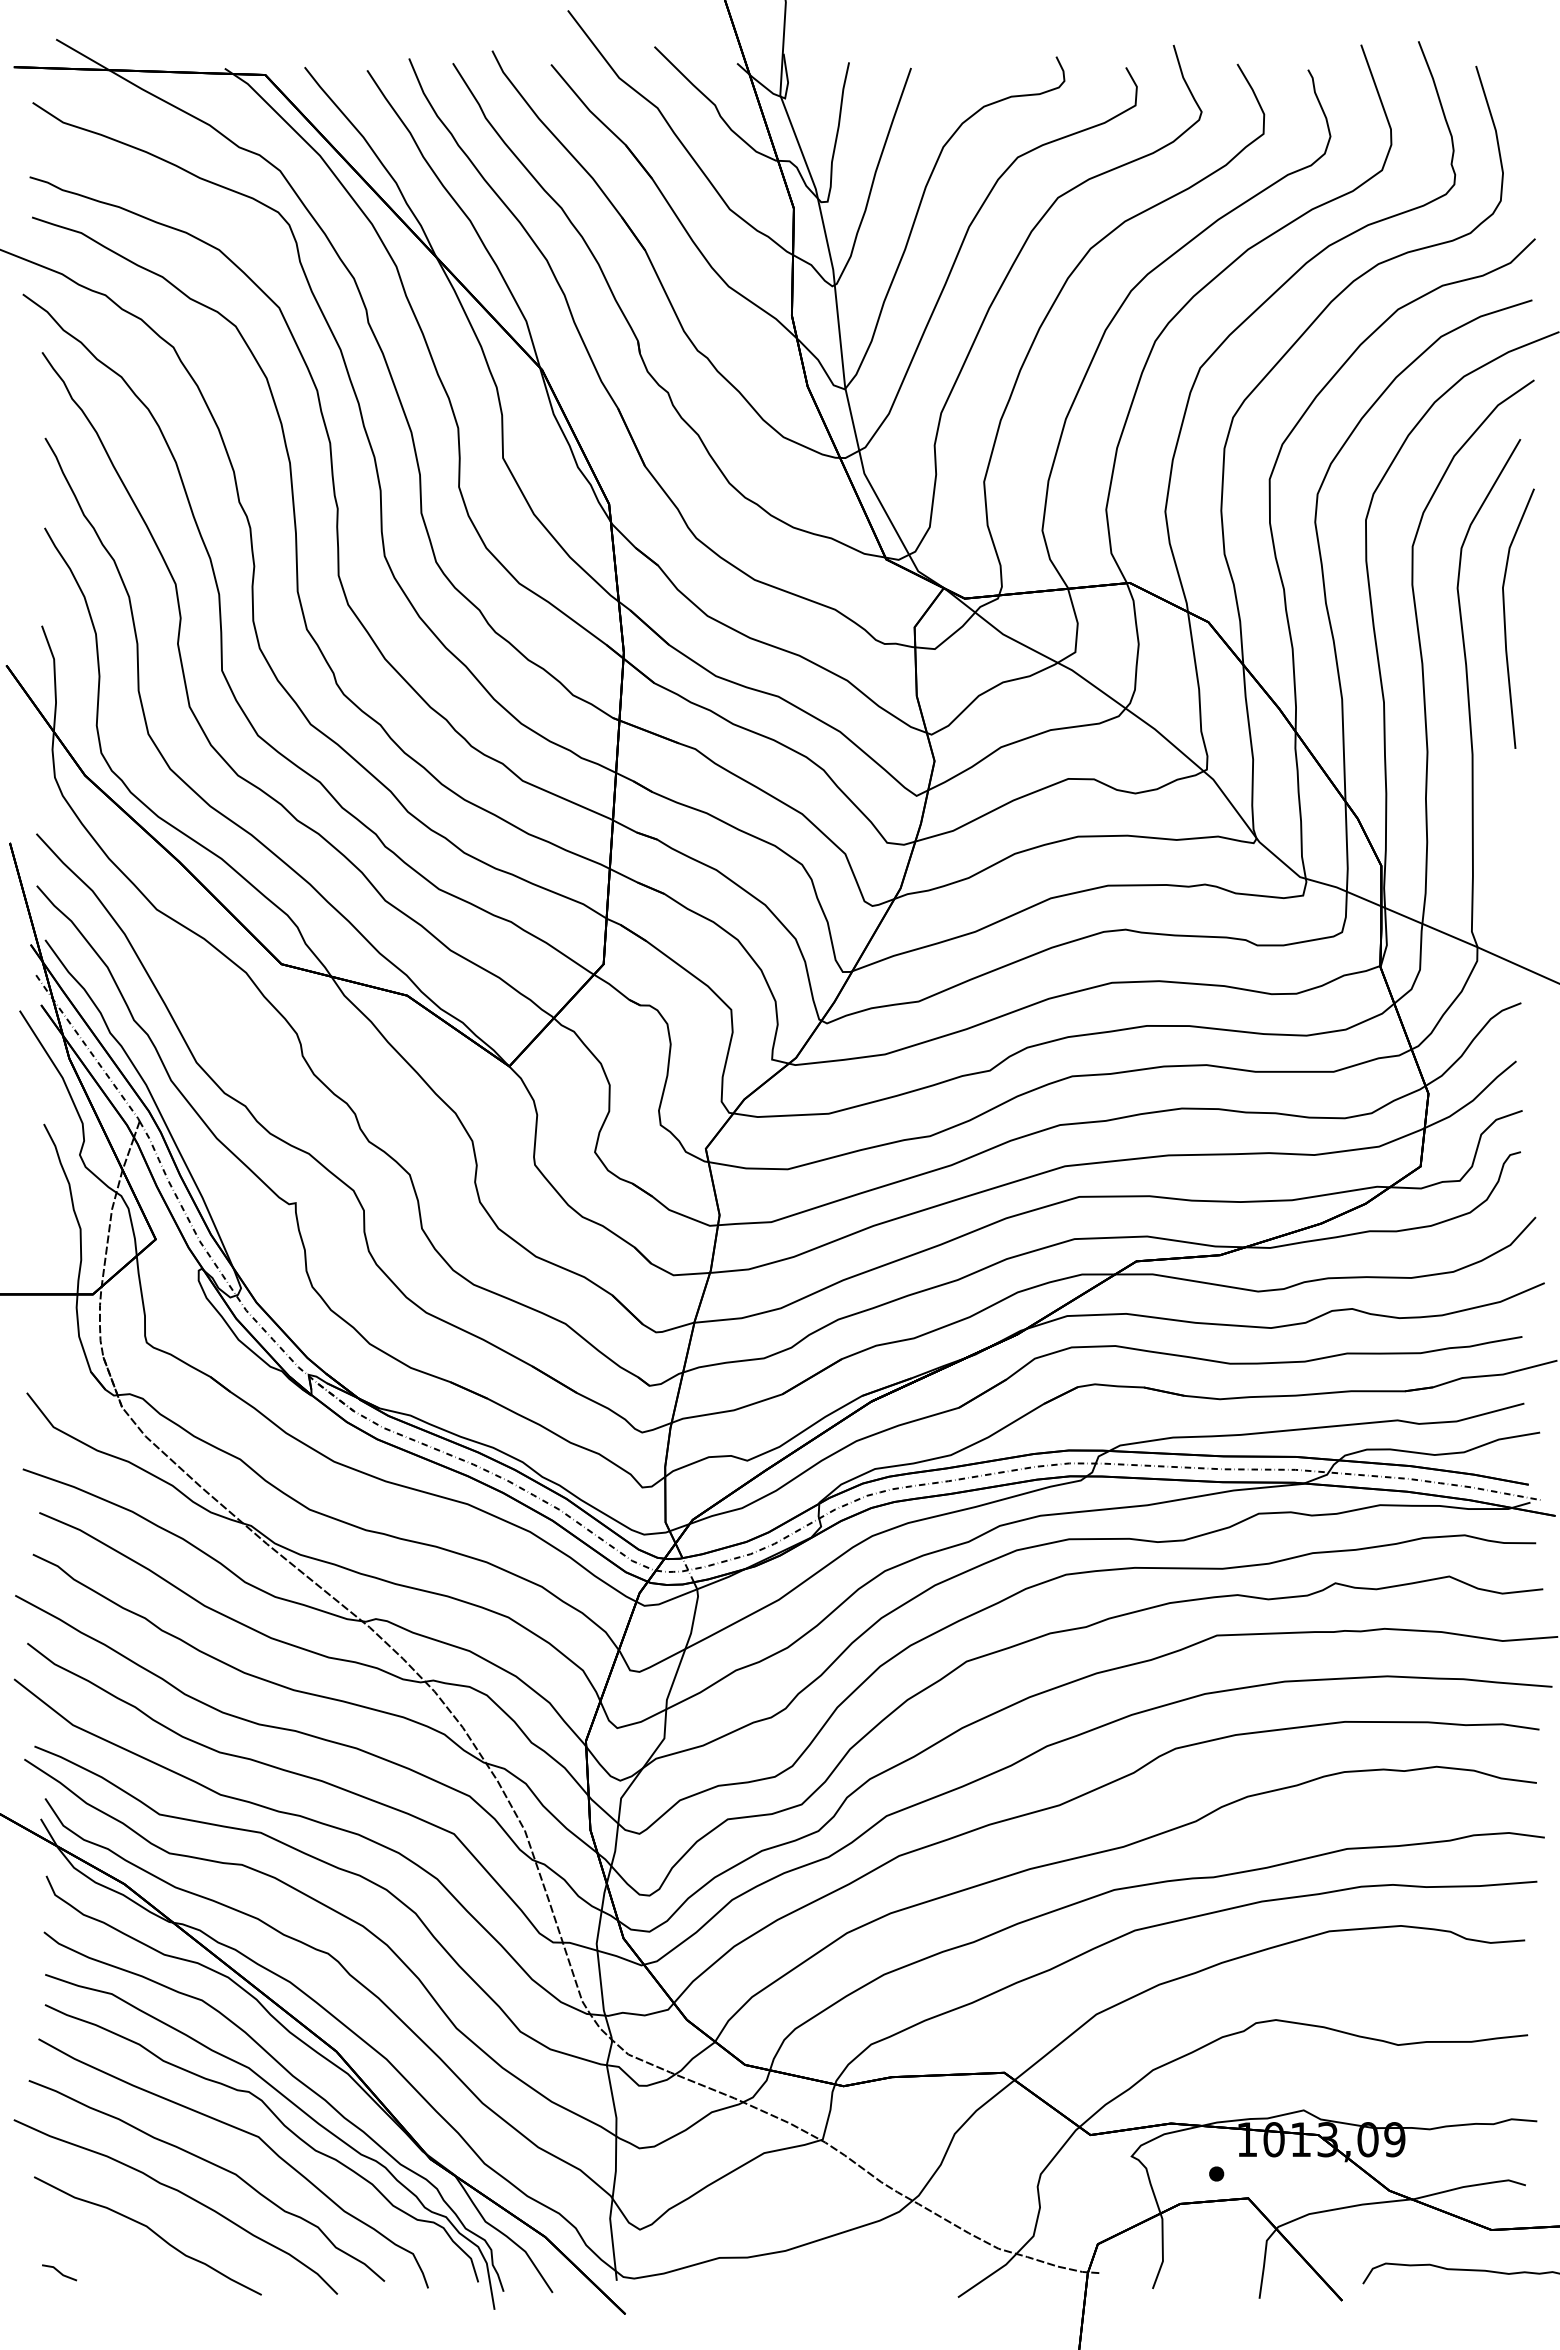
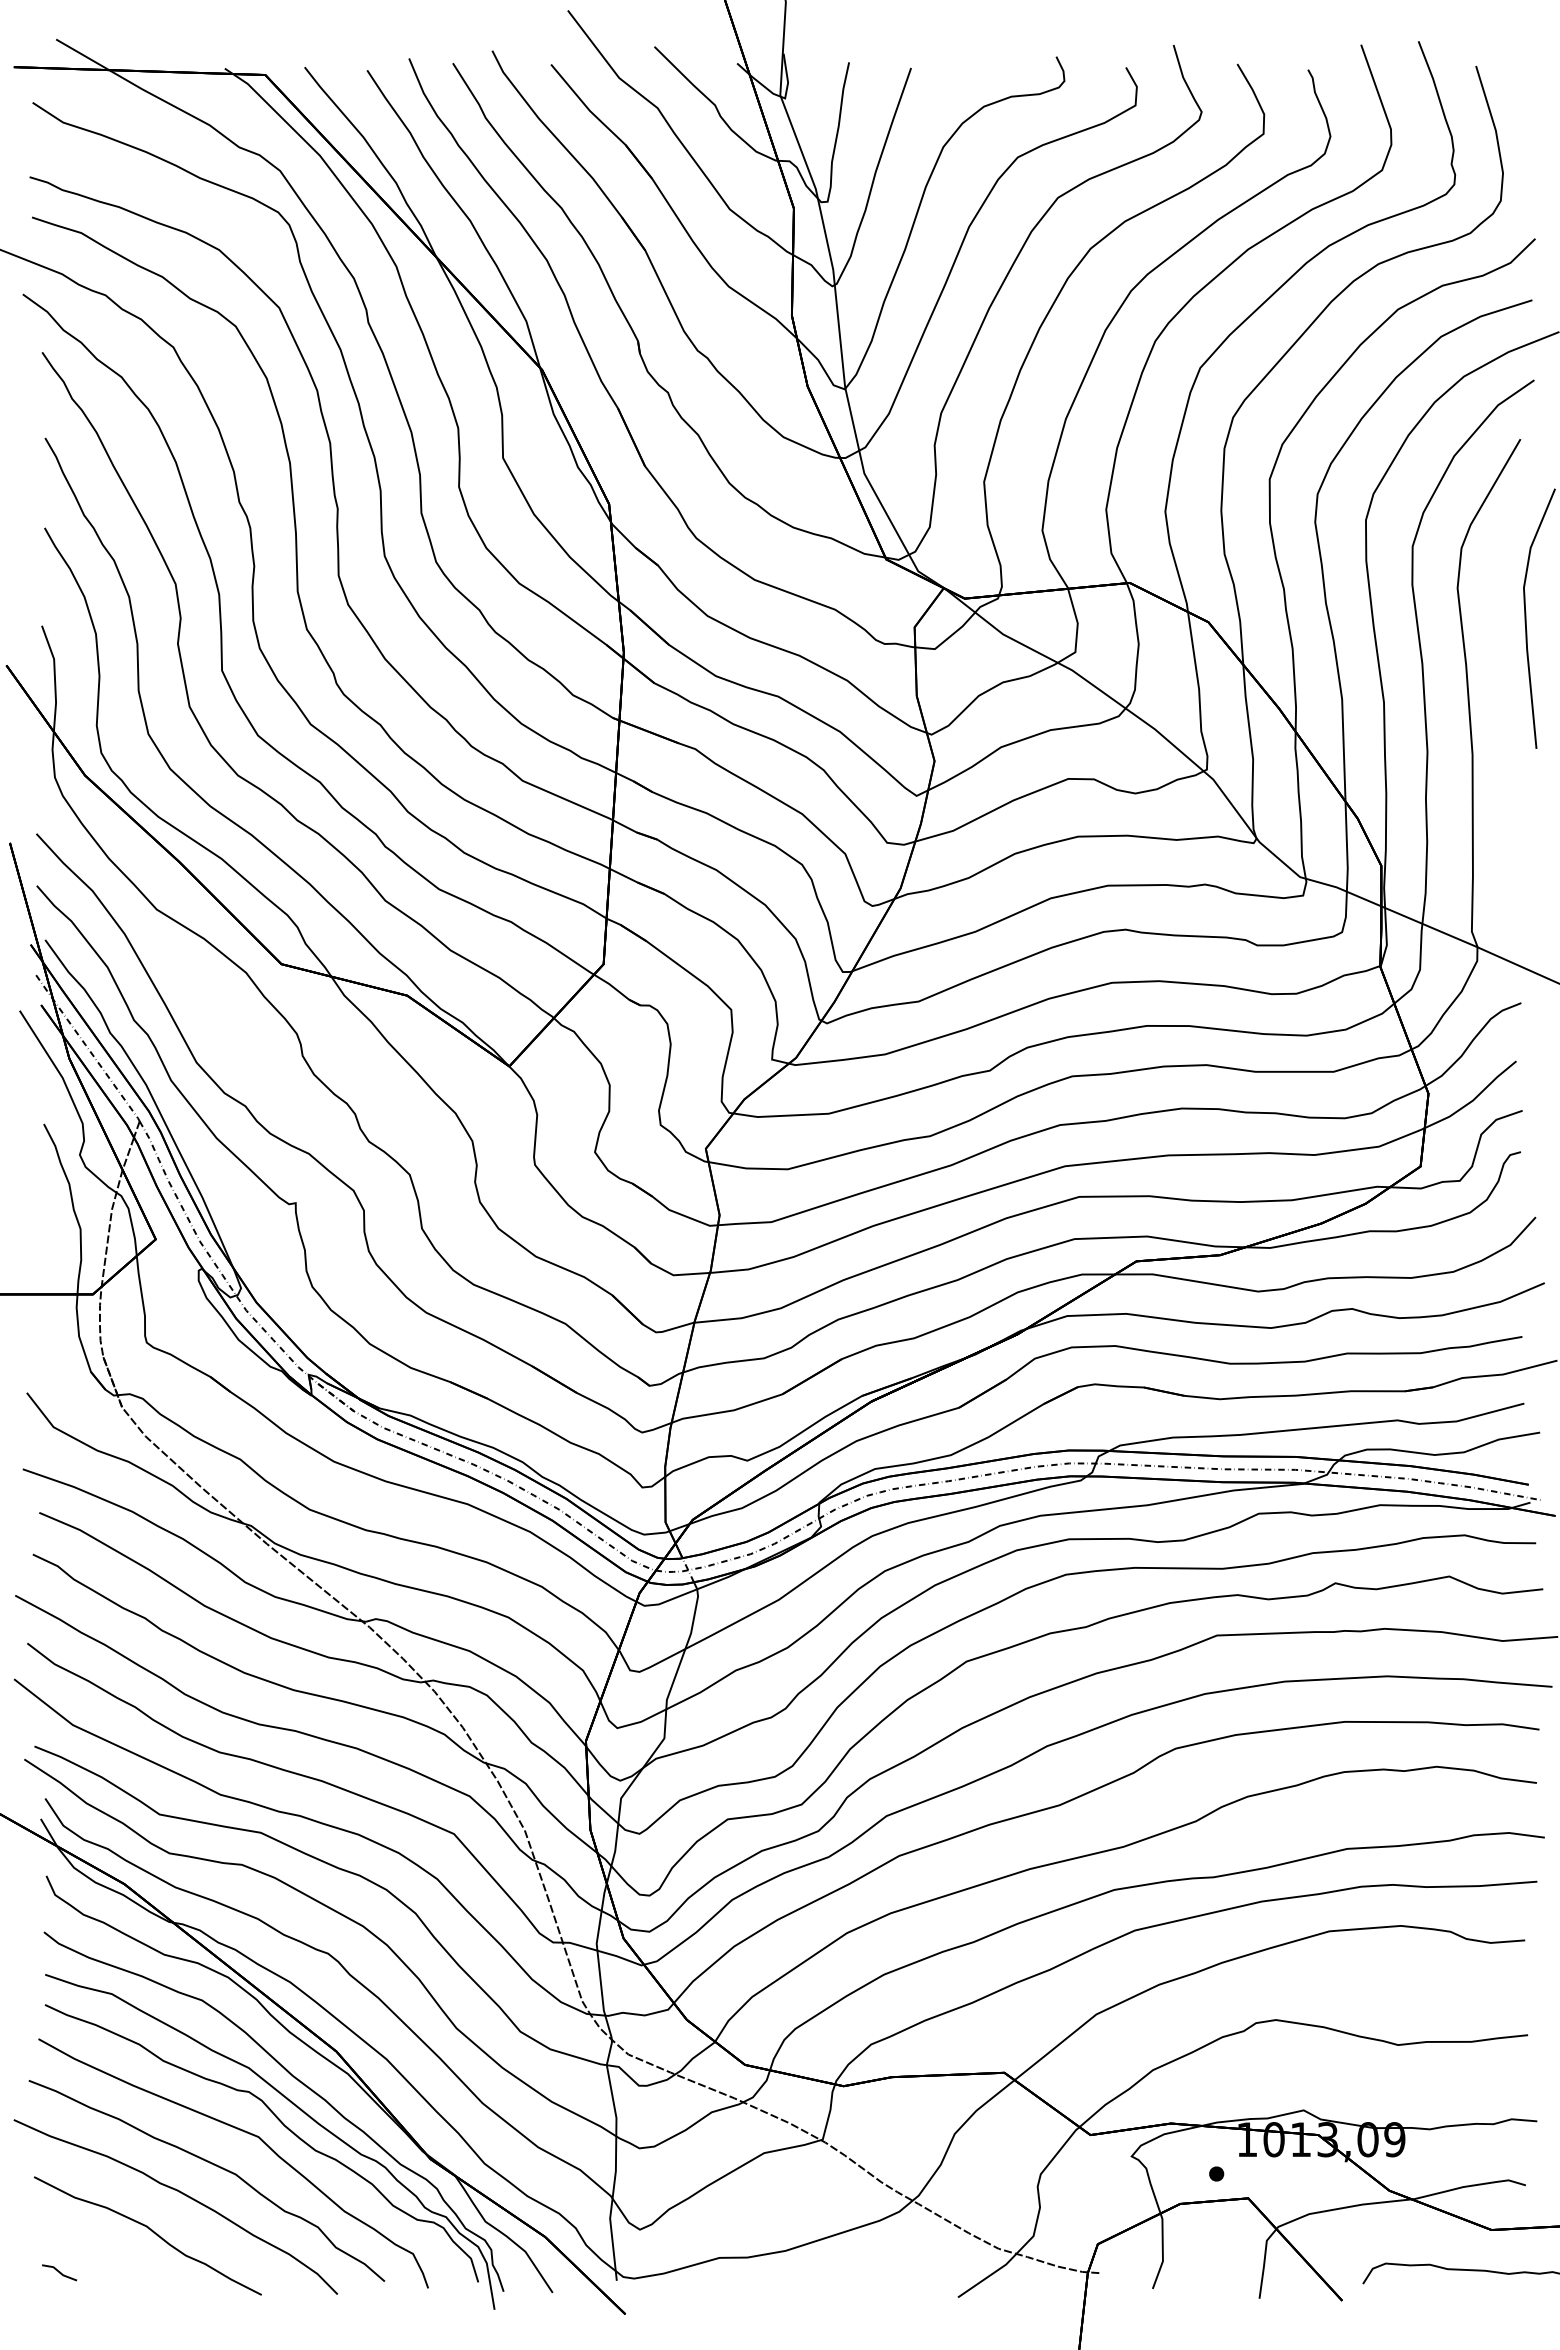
line at (1505, 618) position: (1505, 618) -> (1526, 618)
